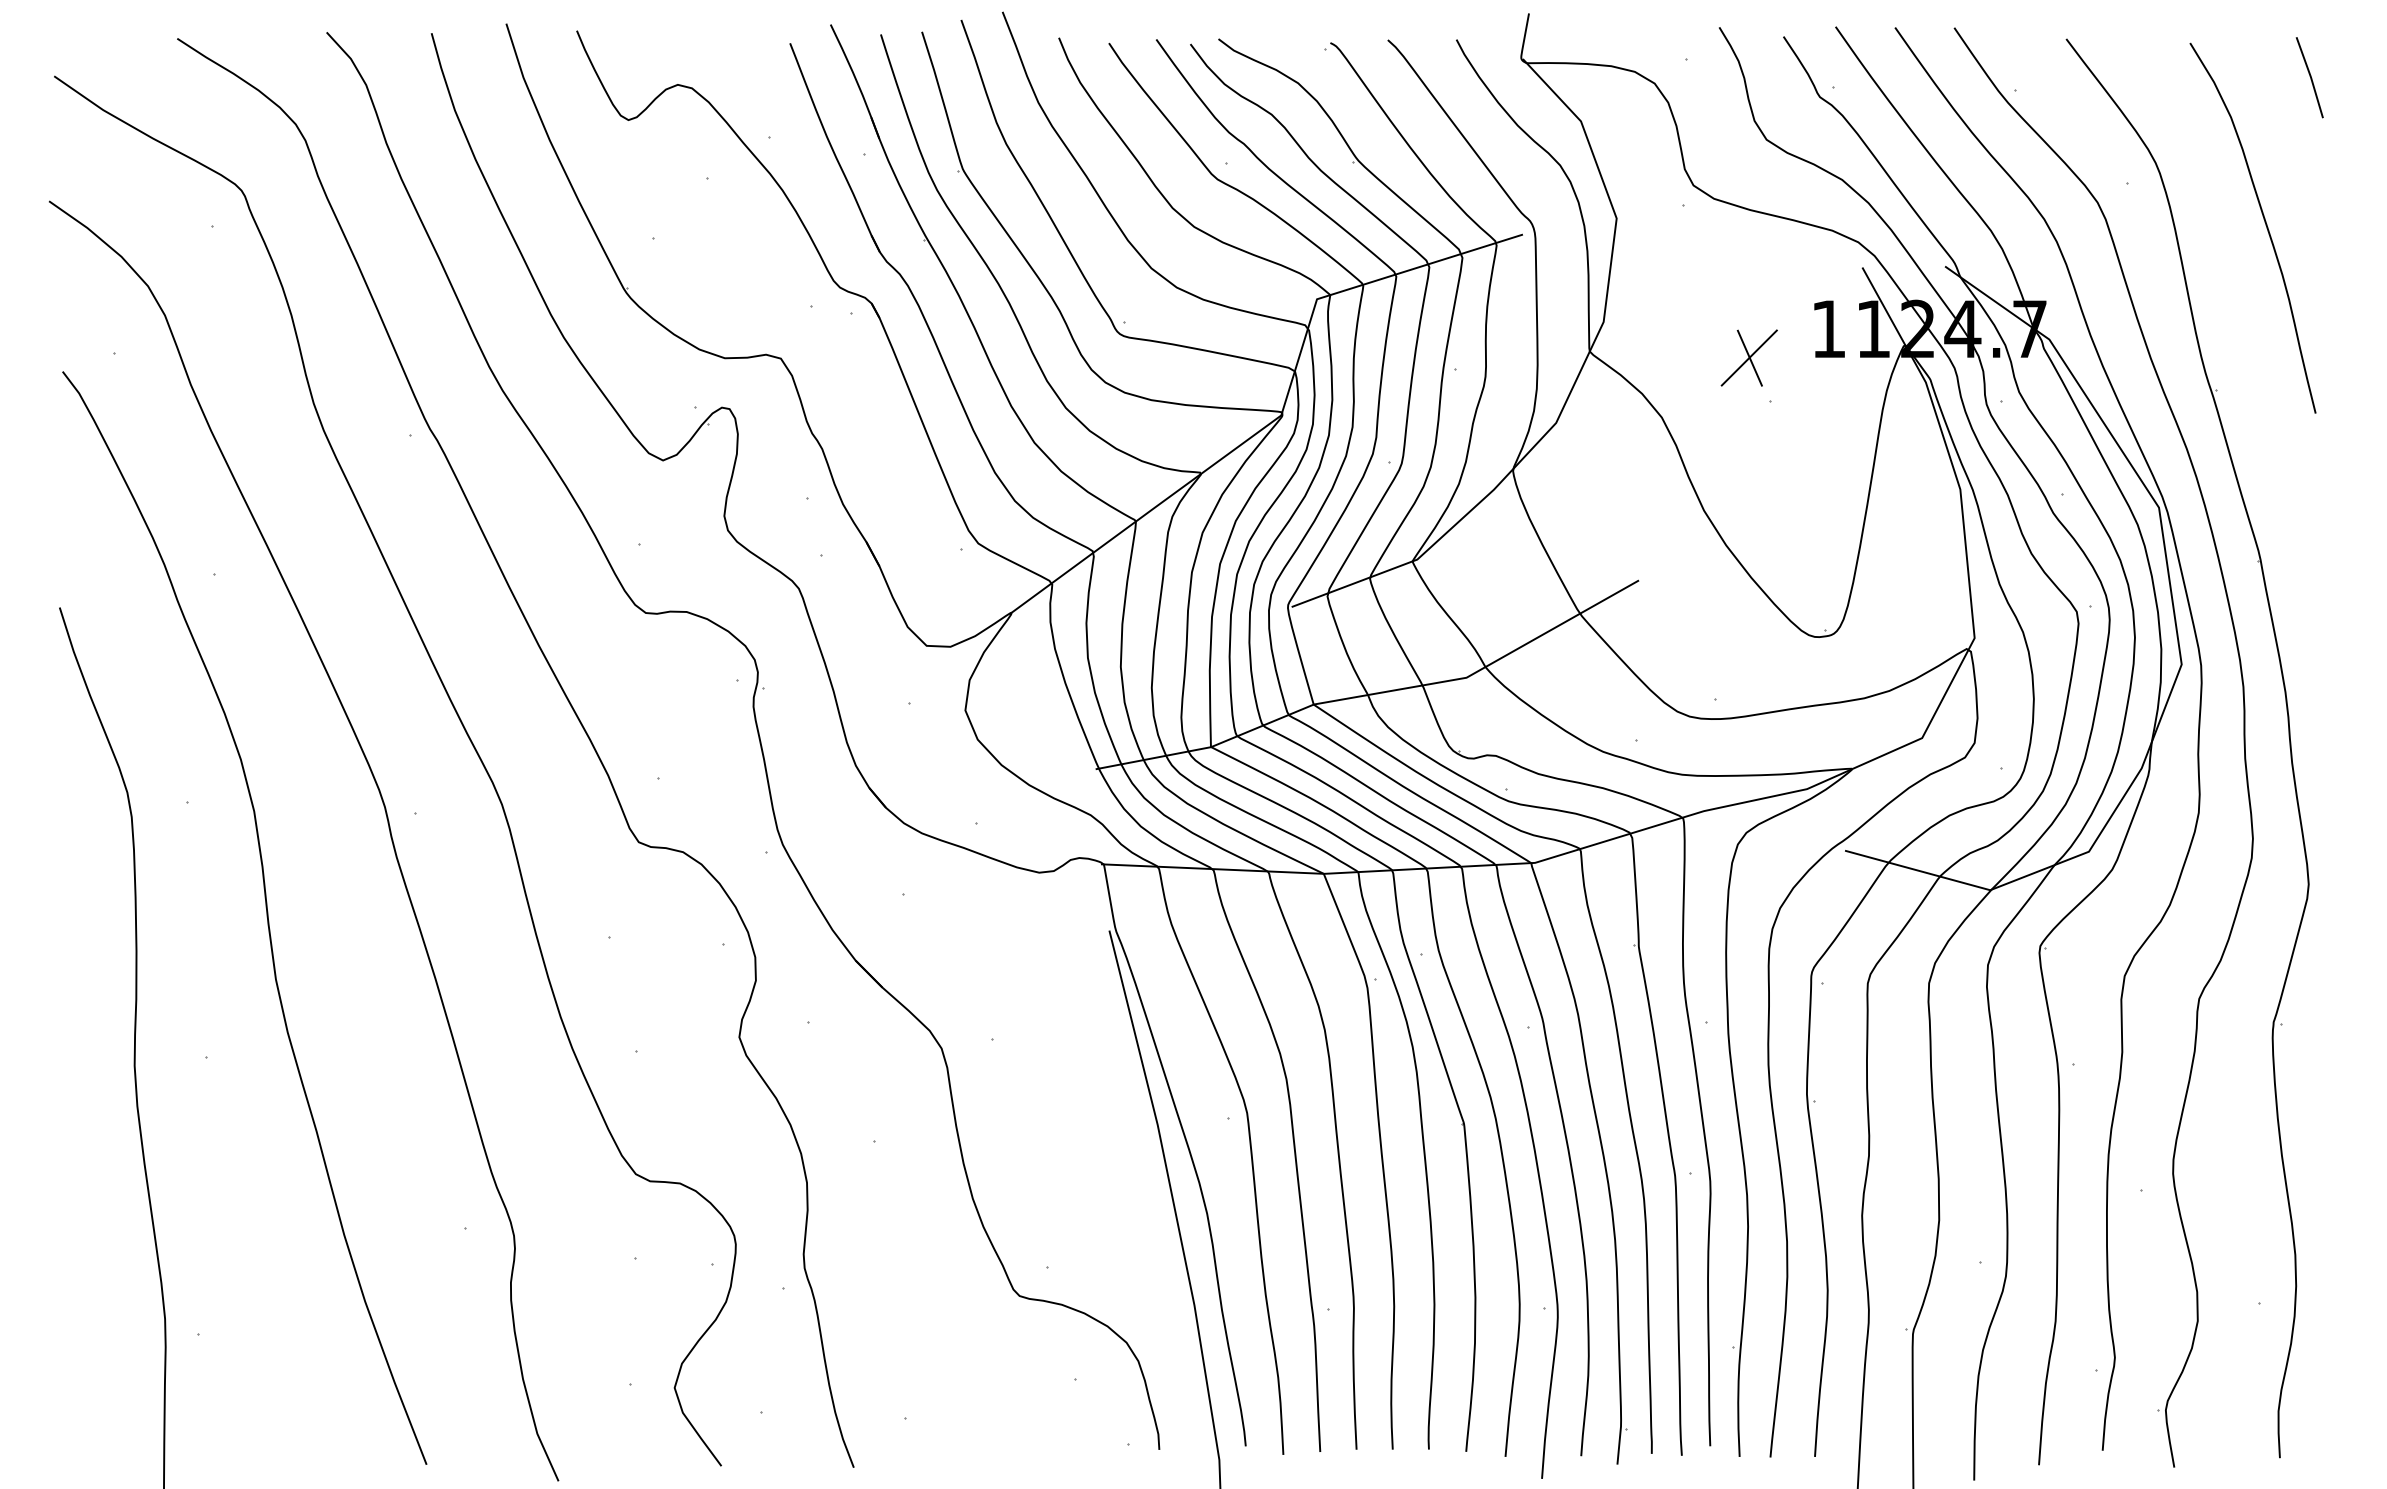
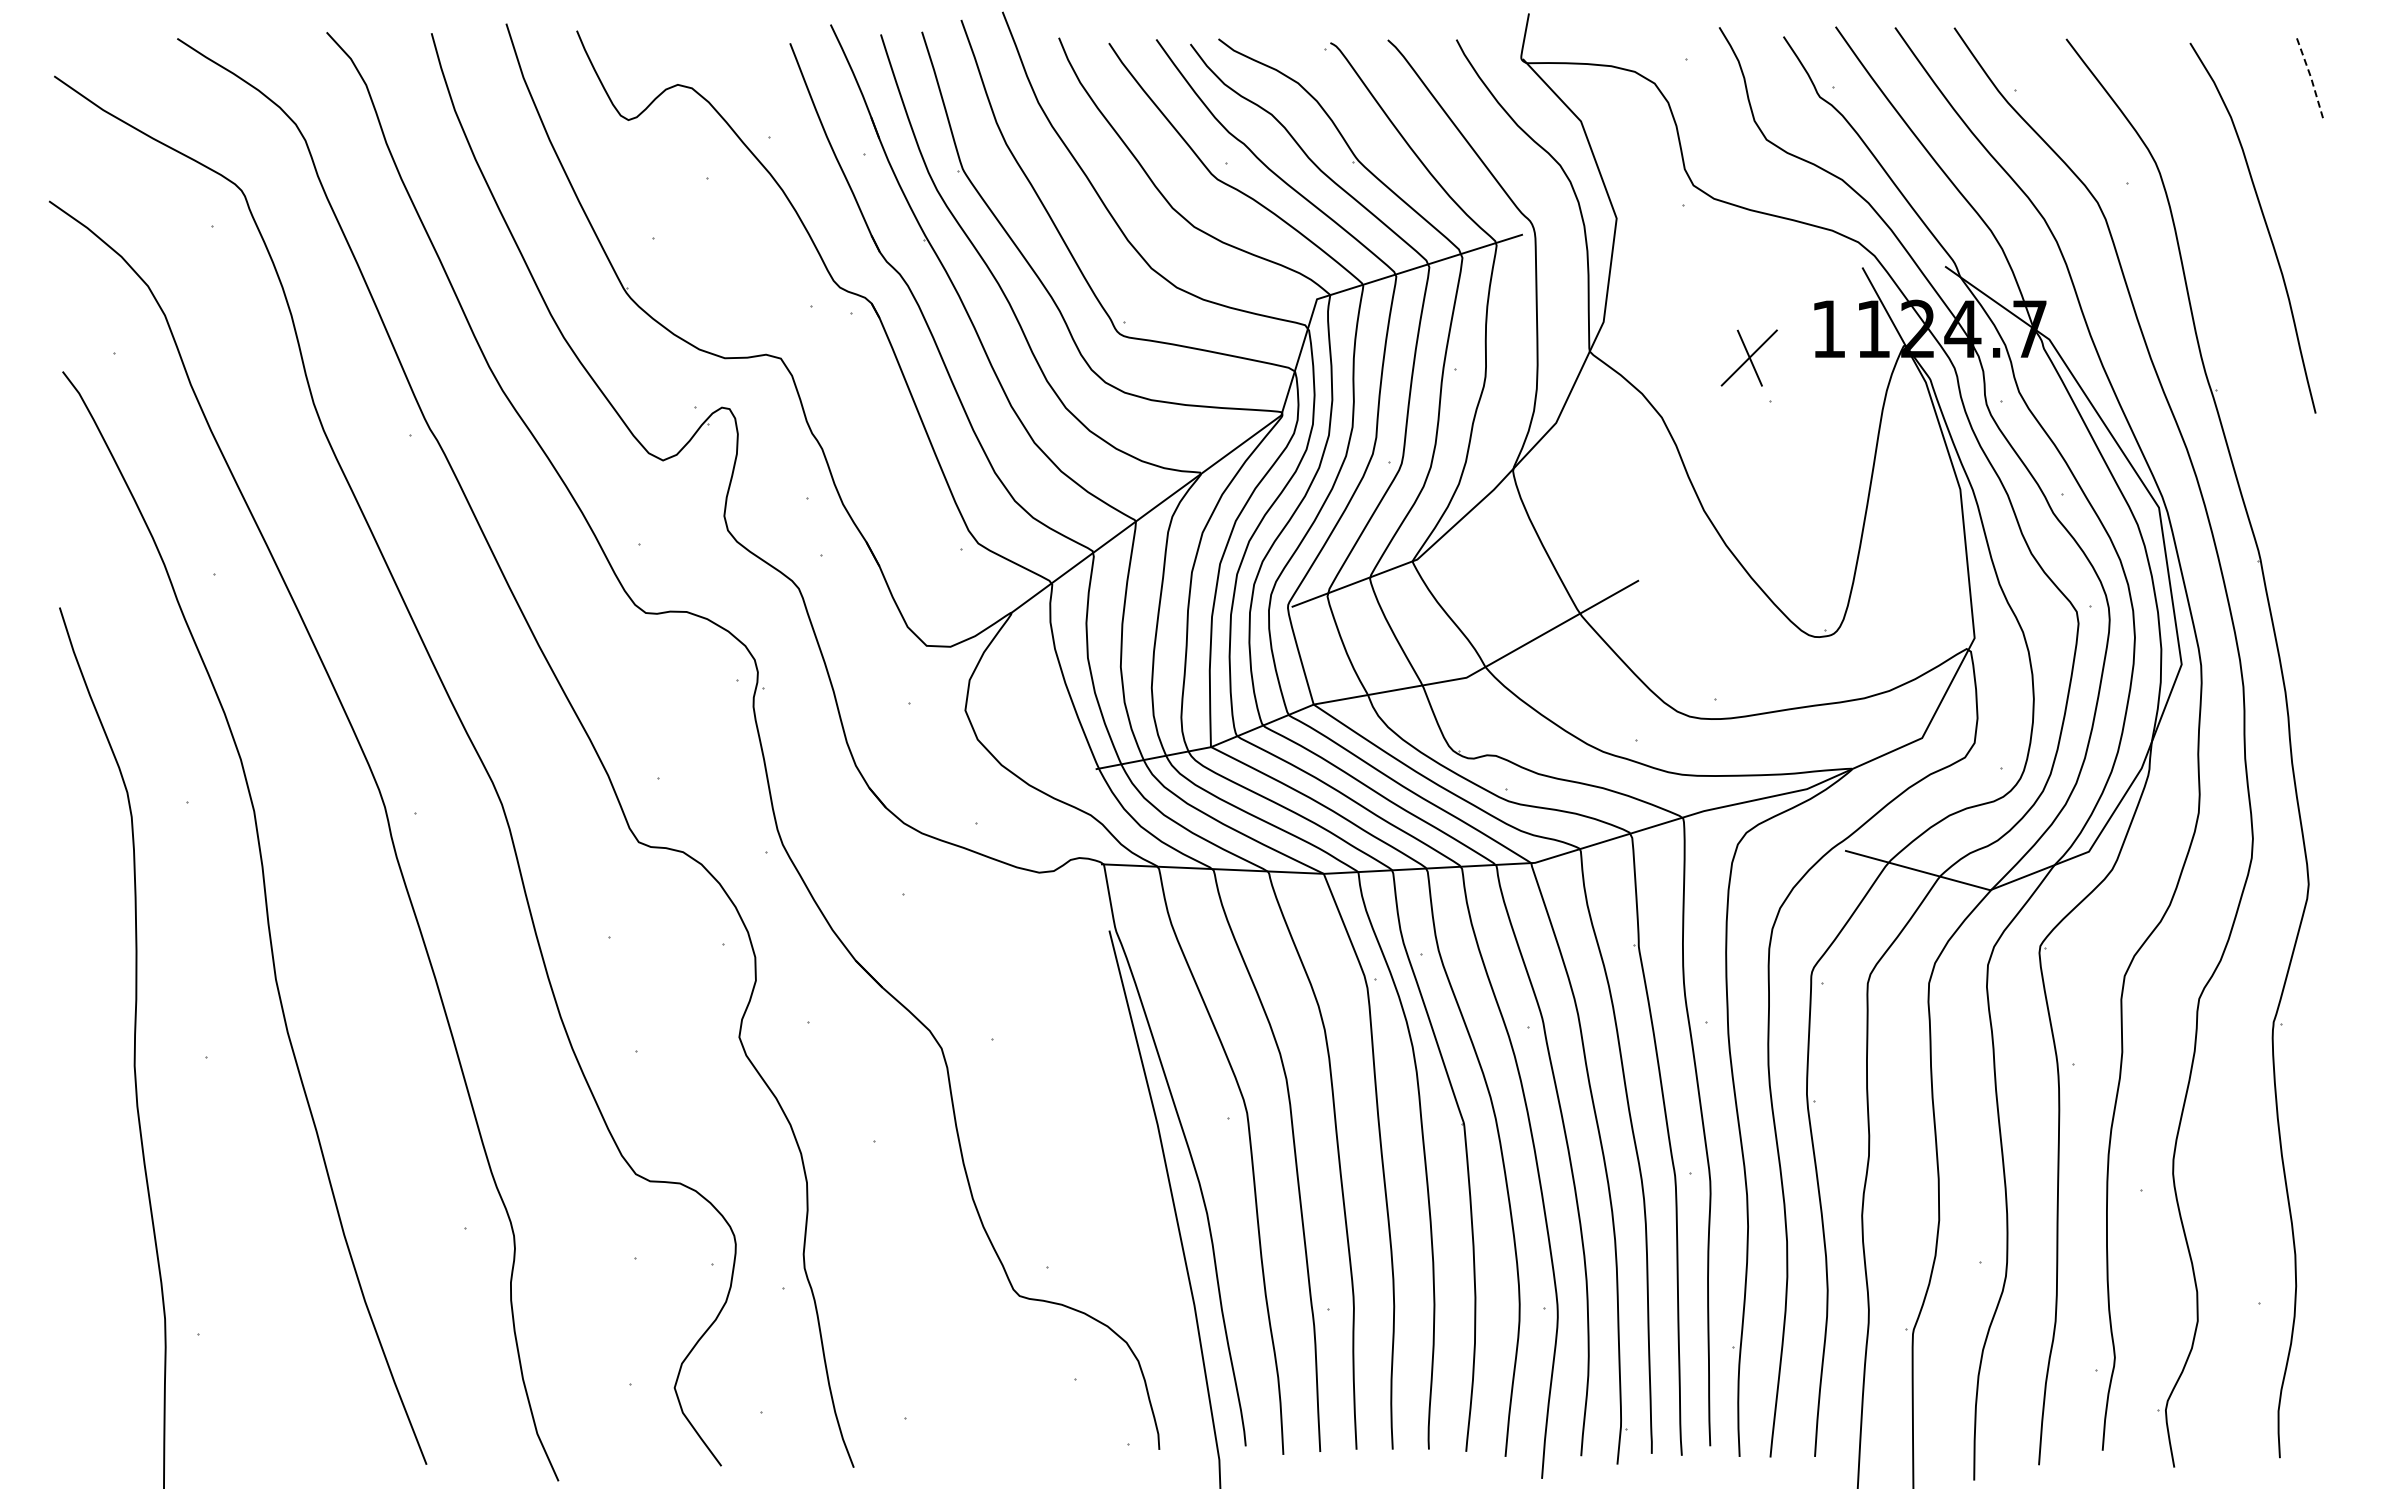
line at (2310, 77): solid -> dashed
